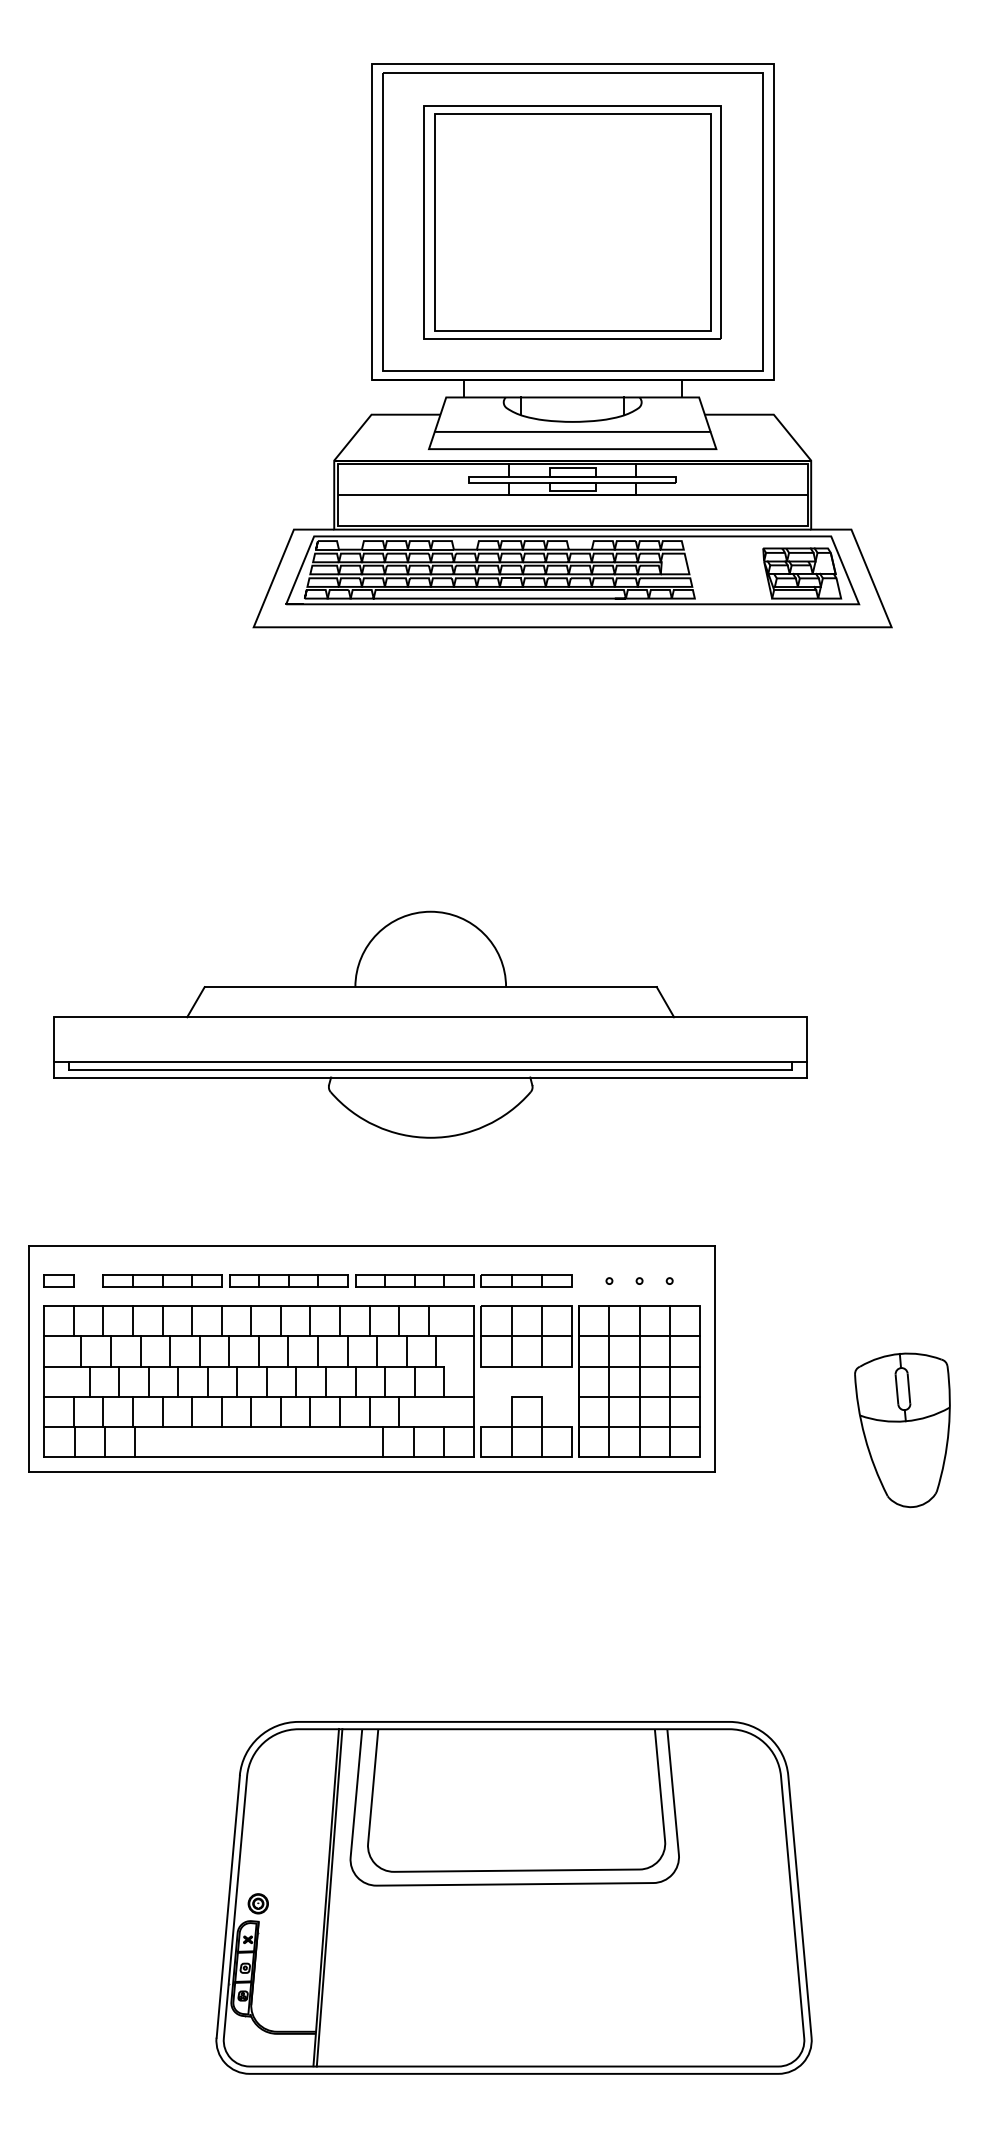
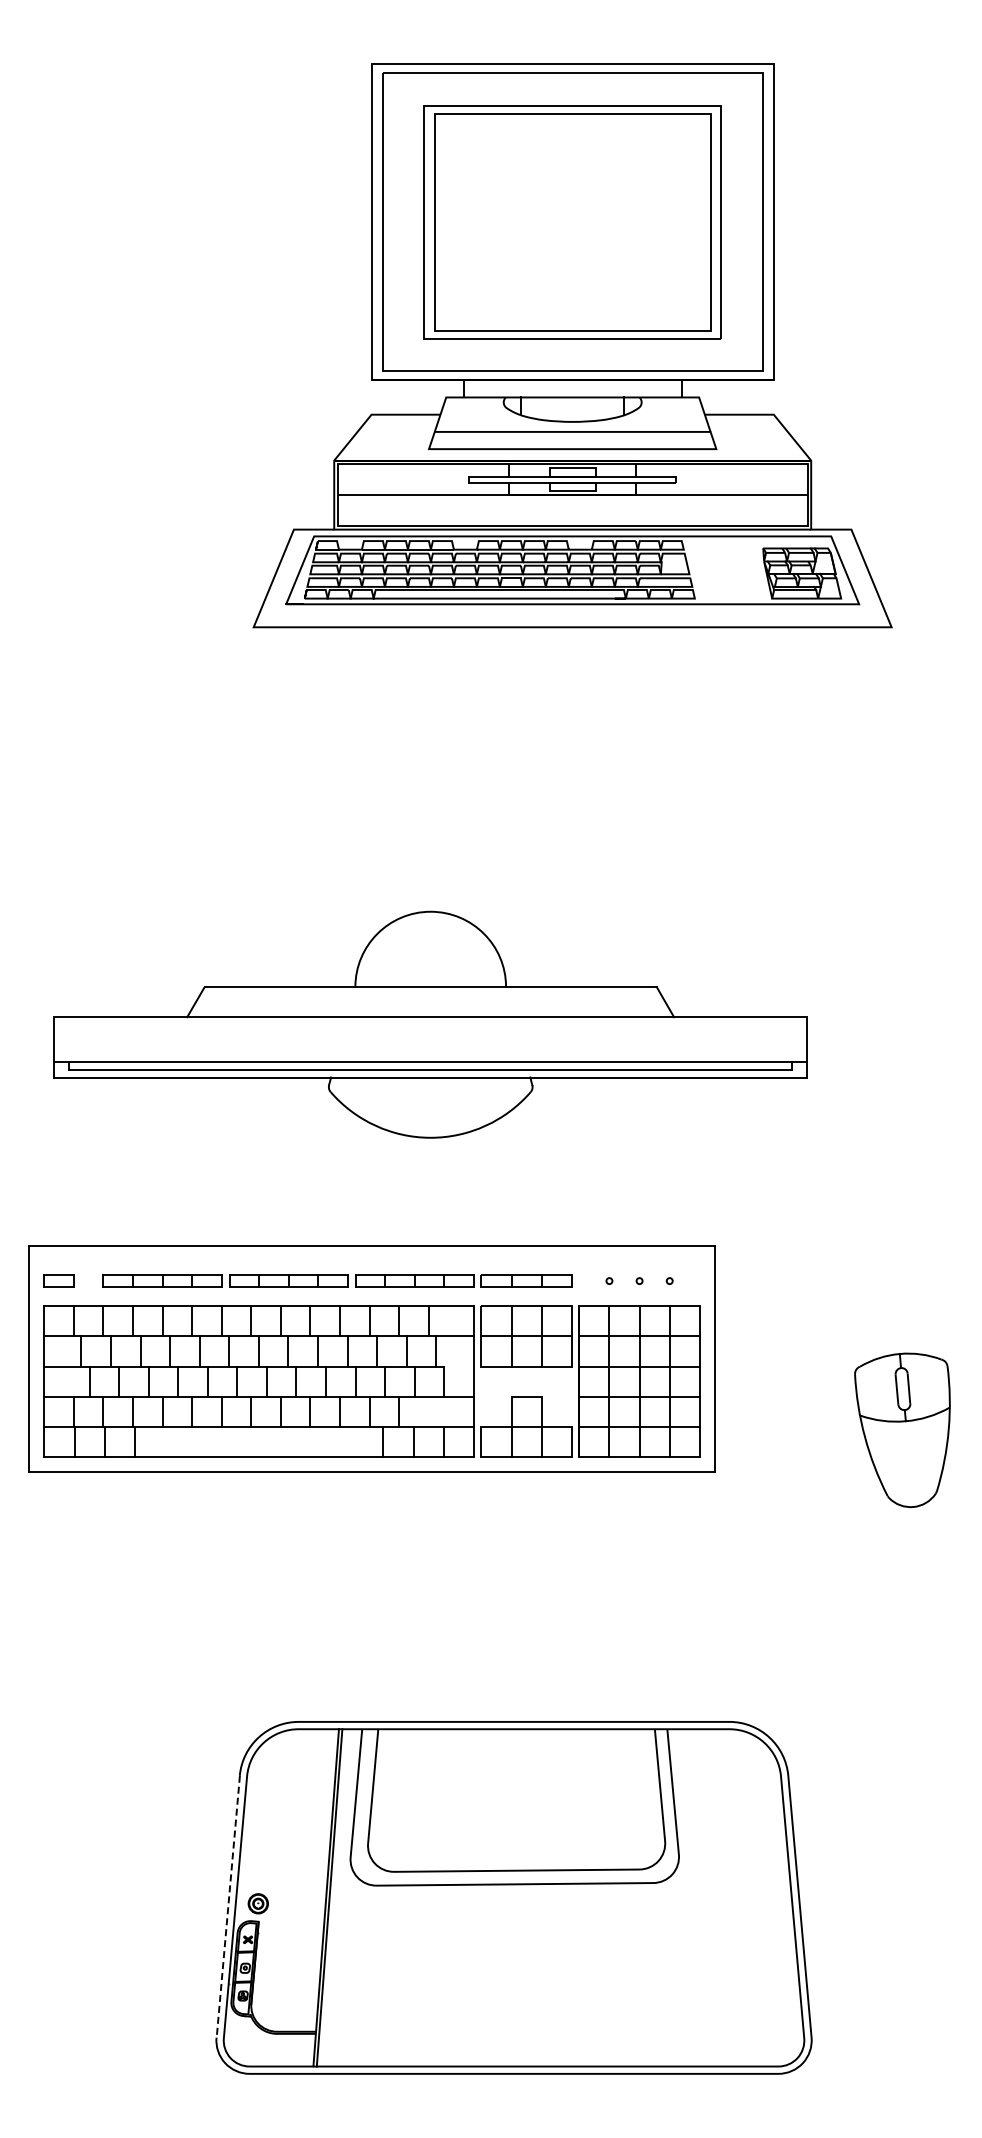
line at (228, 1907): solid -> dashed
